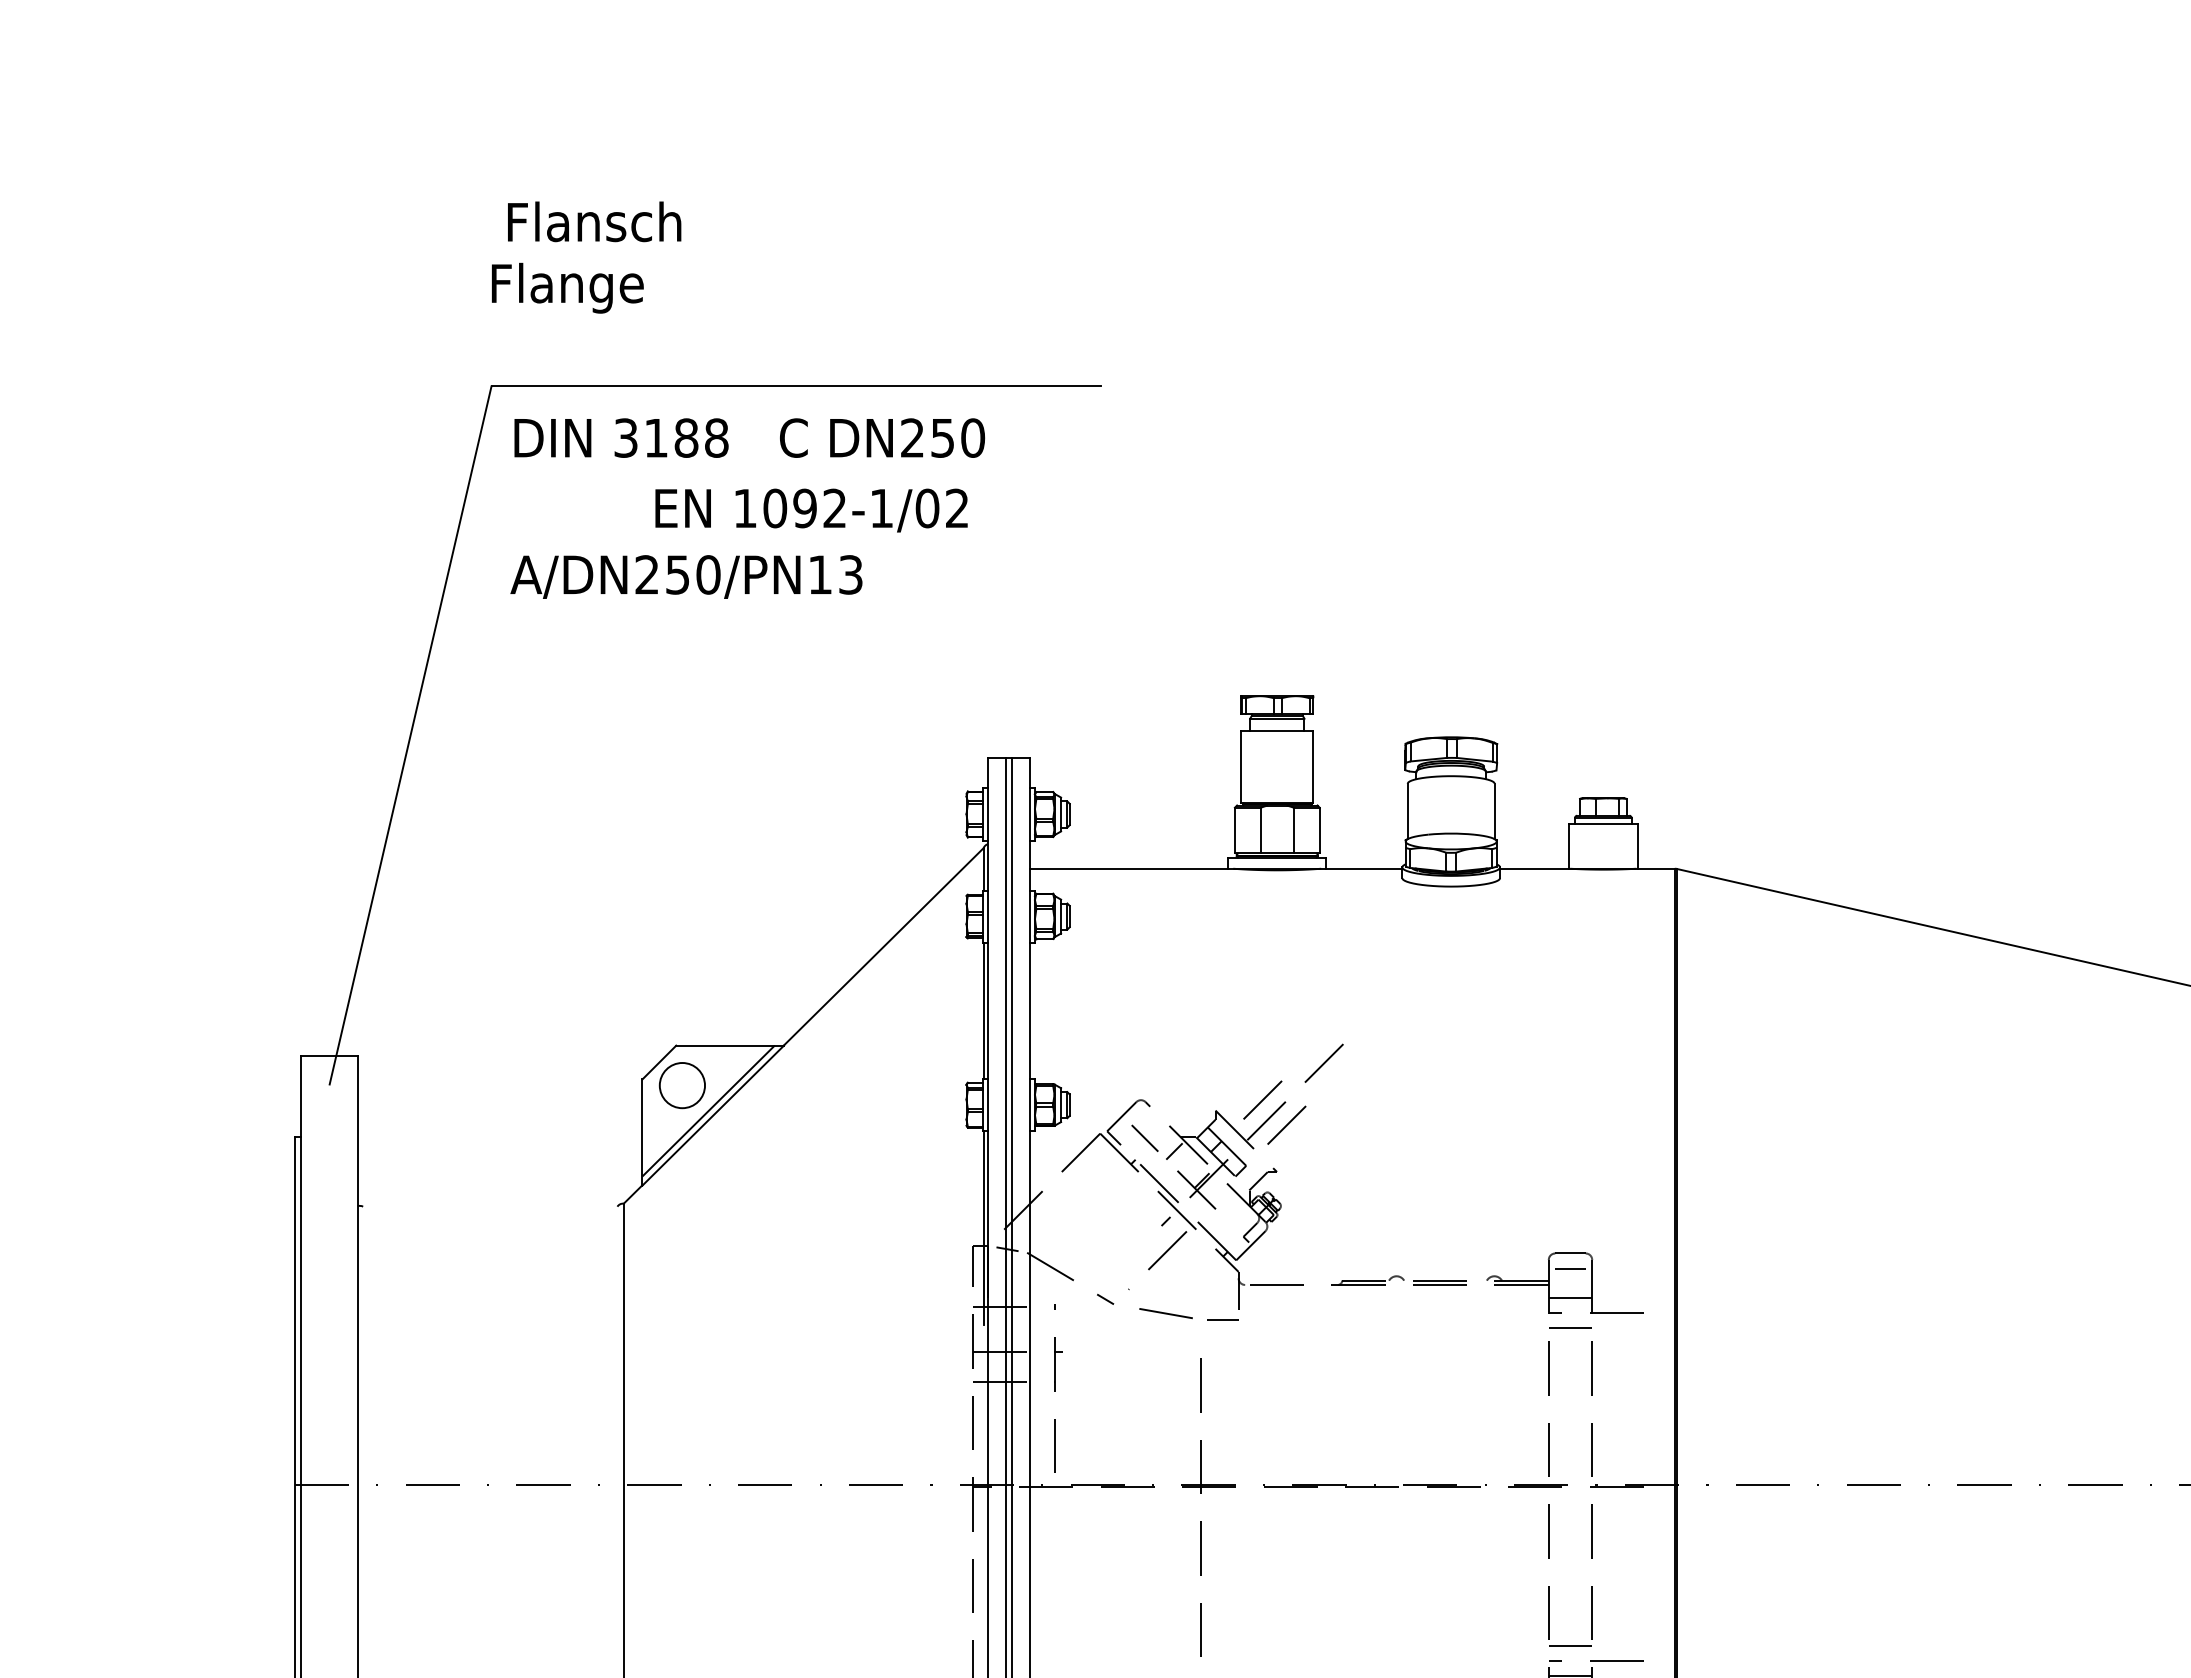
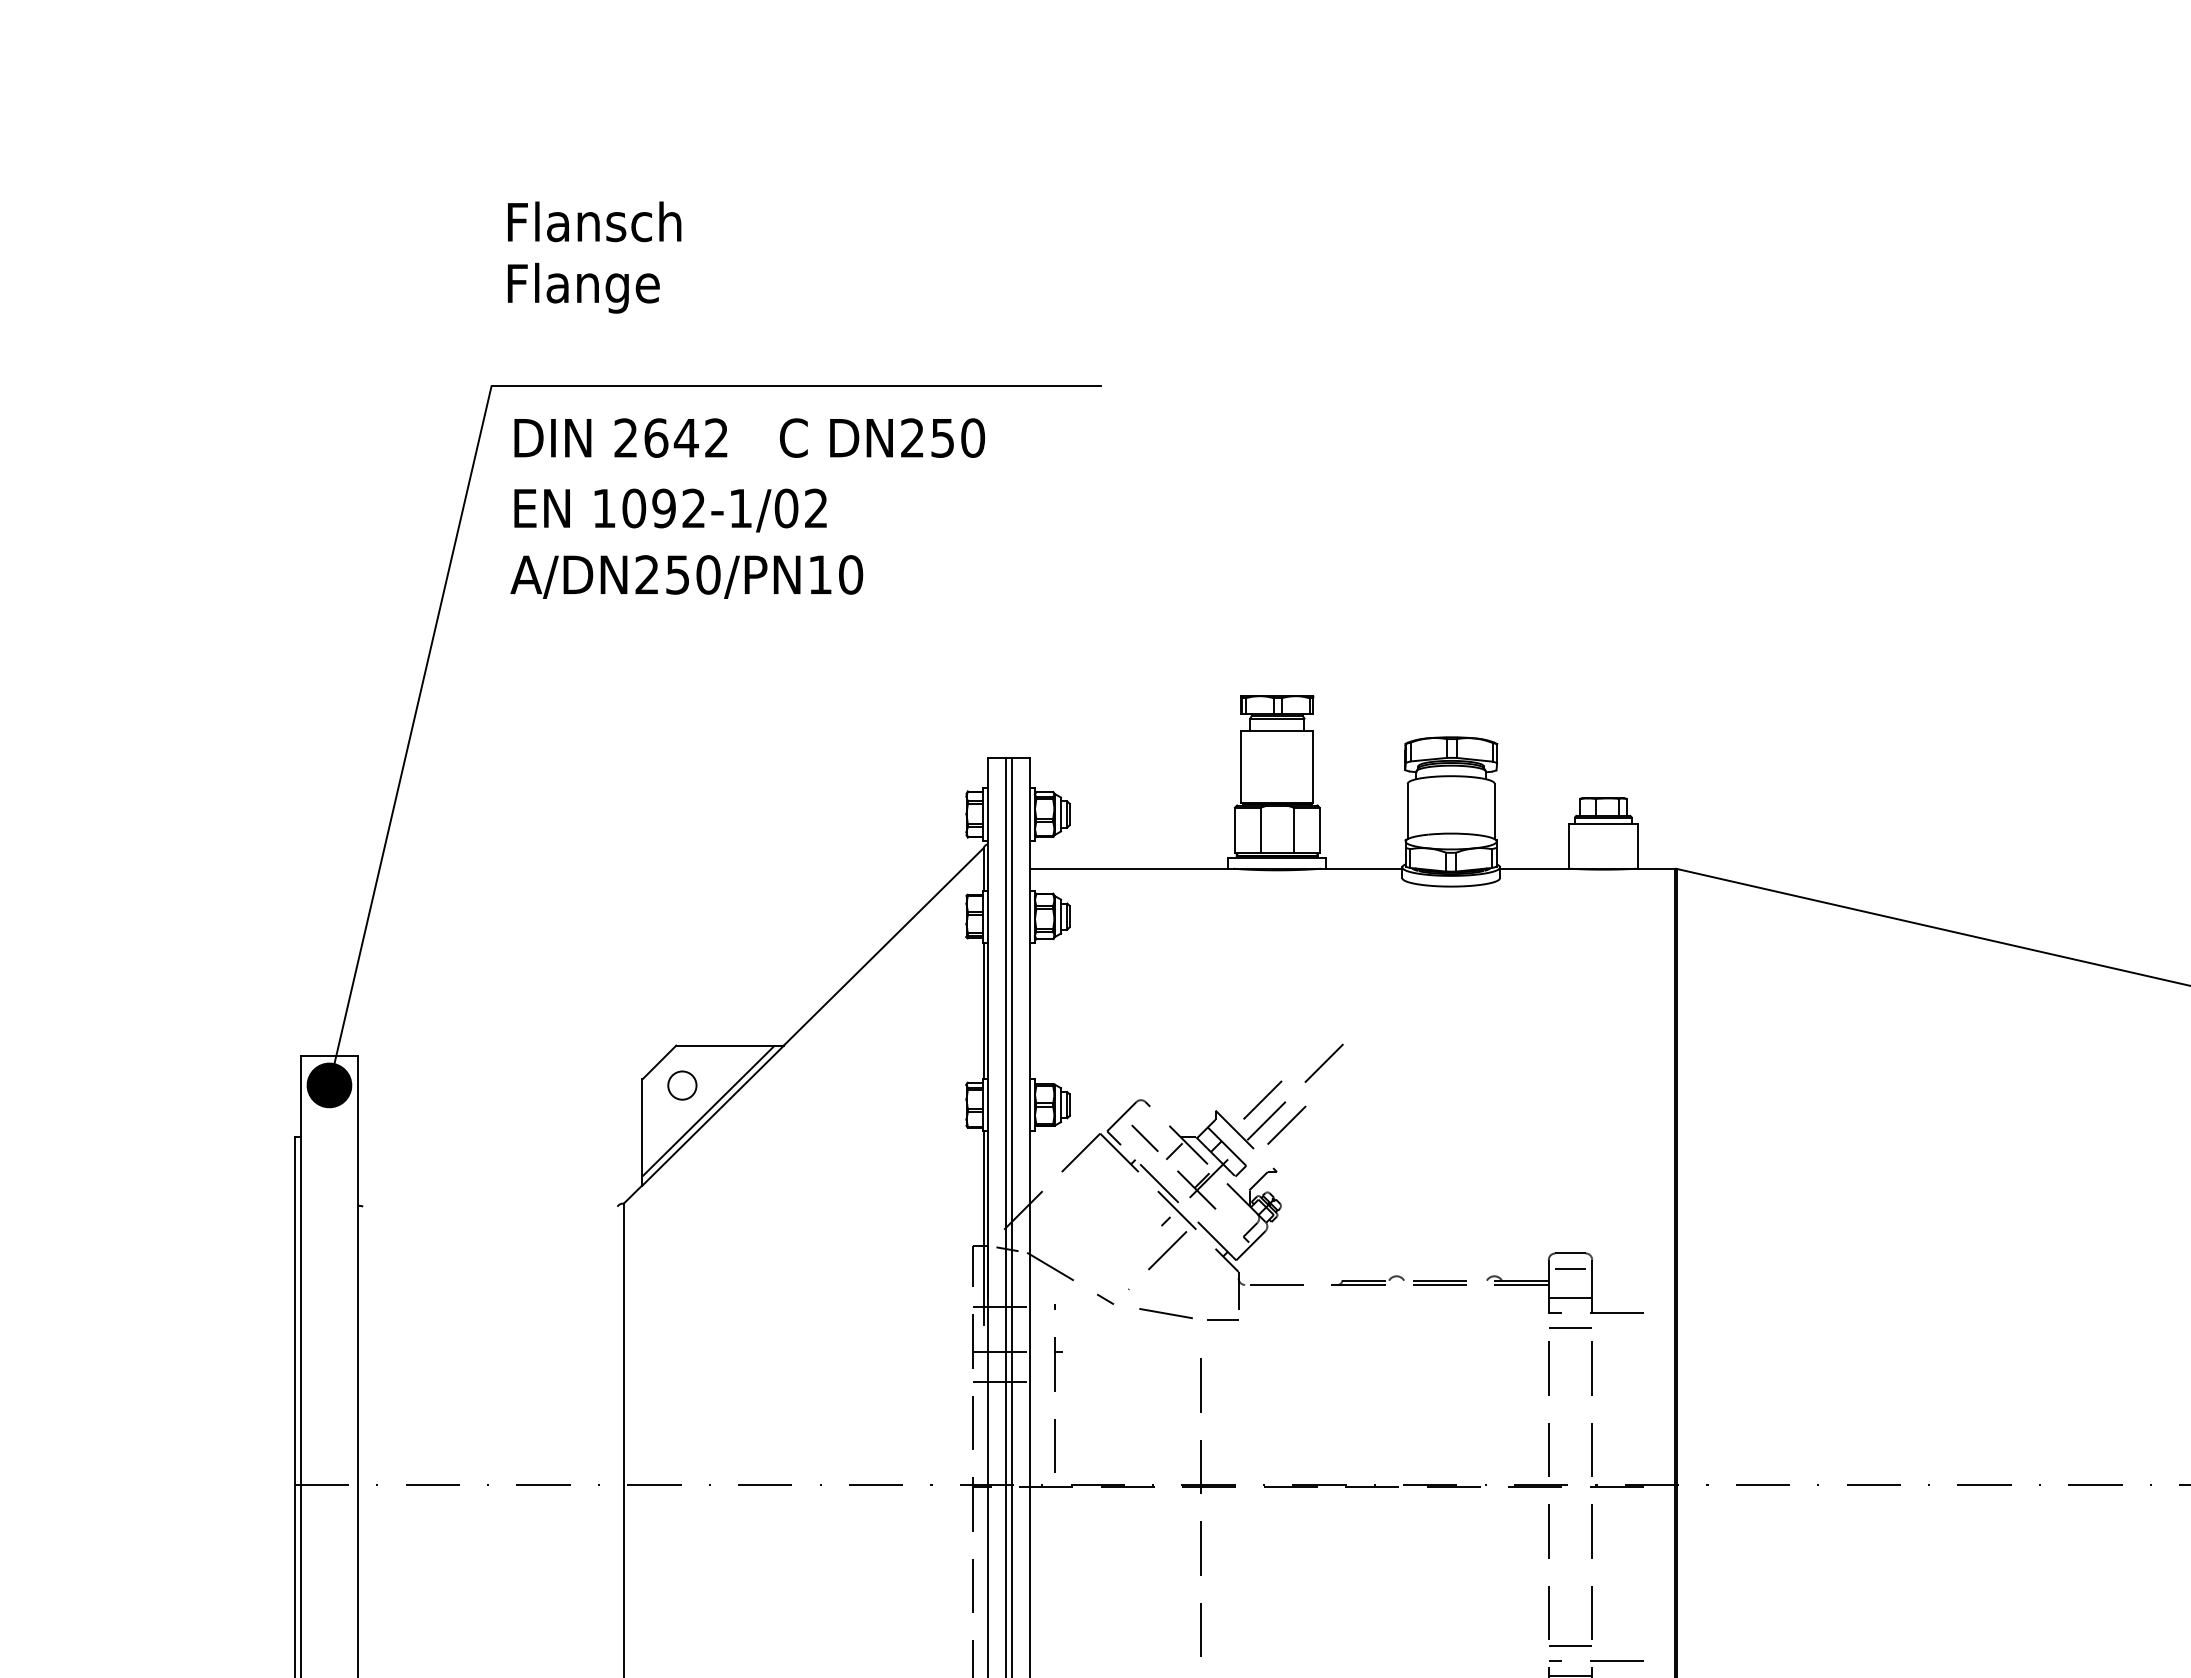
text at (567, 287) position: (567, 287) -> (583, 287)
text at (671, 437): 3188 -> 2642
text at (811, 510) position: (811, 510) -> (670, 510)
text at (851, 574): A/DN250/PN13 -> A/DN250/PN10
fill at (329, 1085): none -> present
circle at (682, 1085) diameter: 45 px -> 28 px
